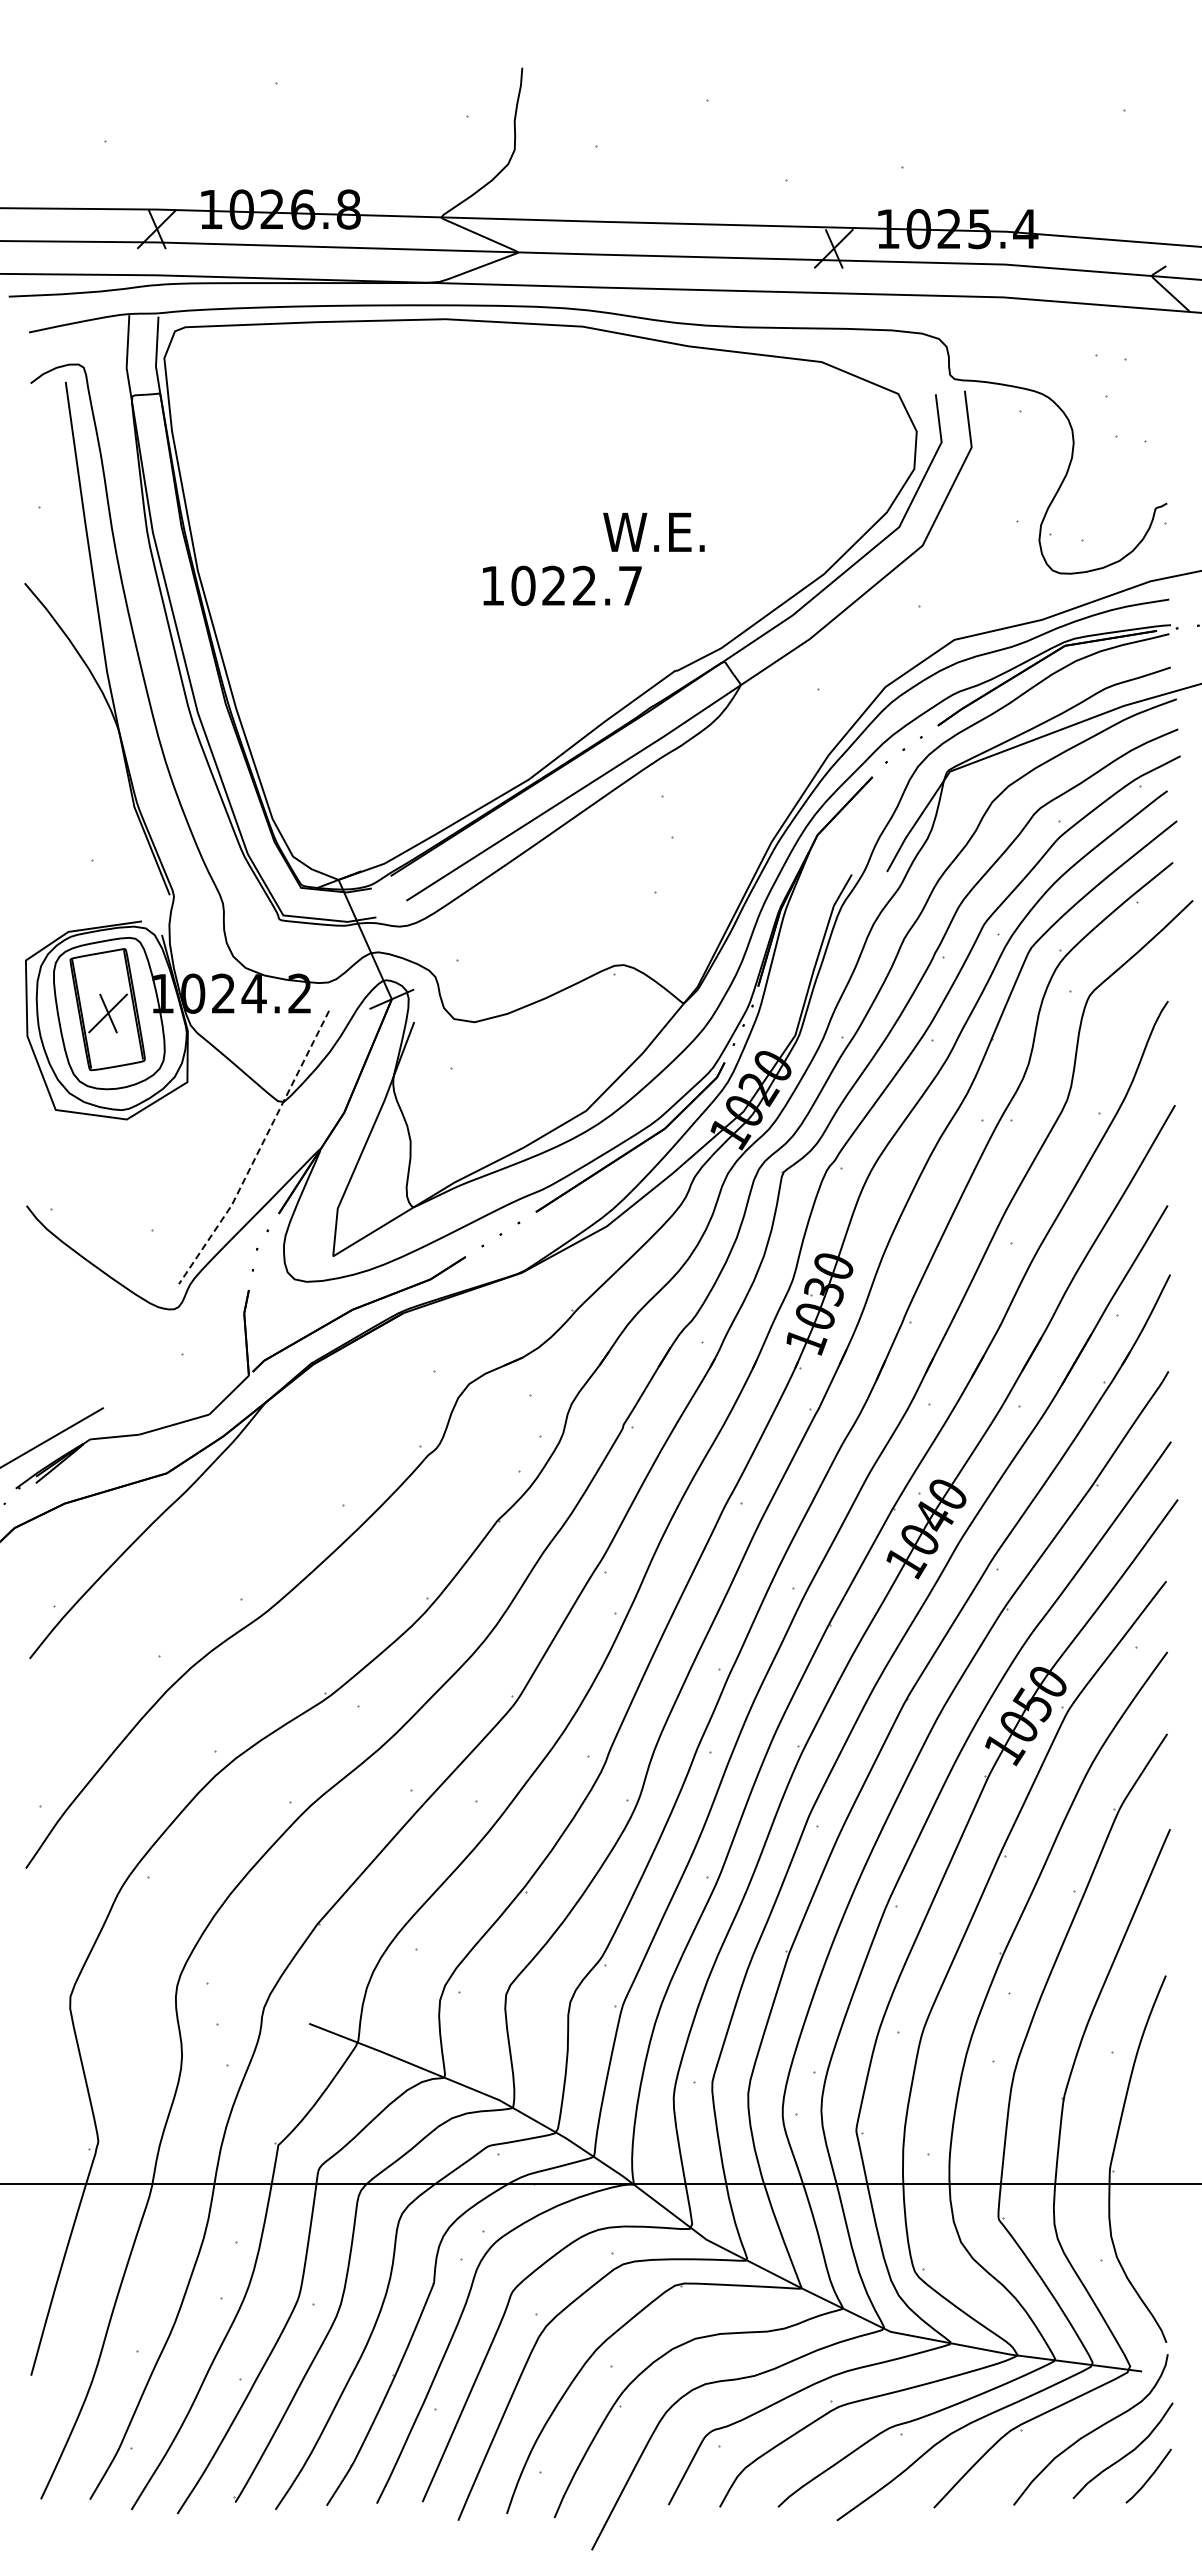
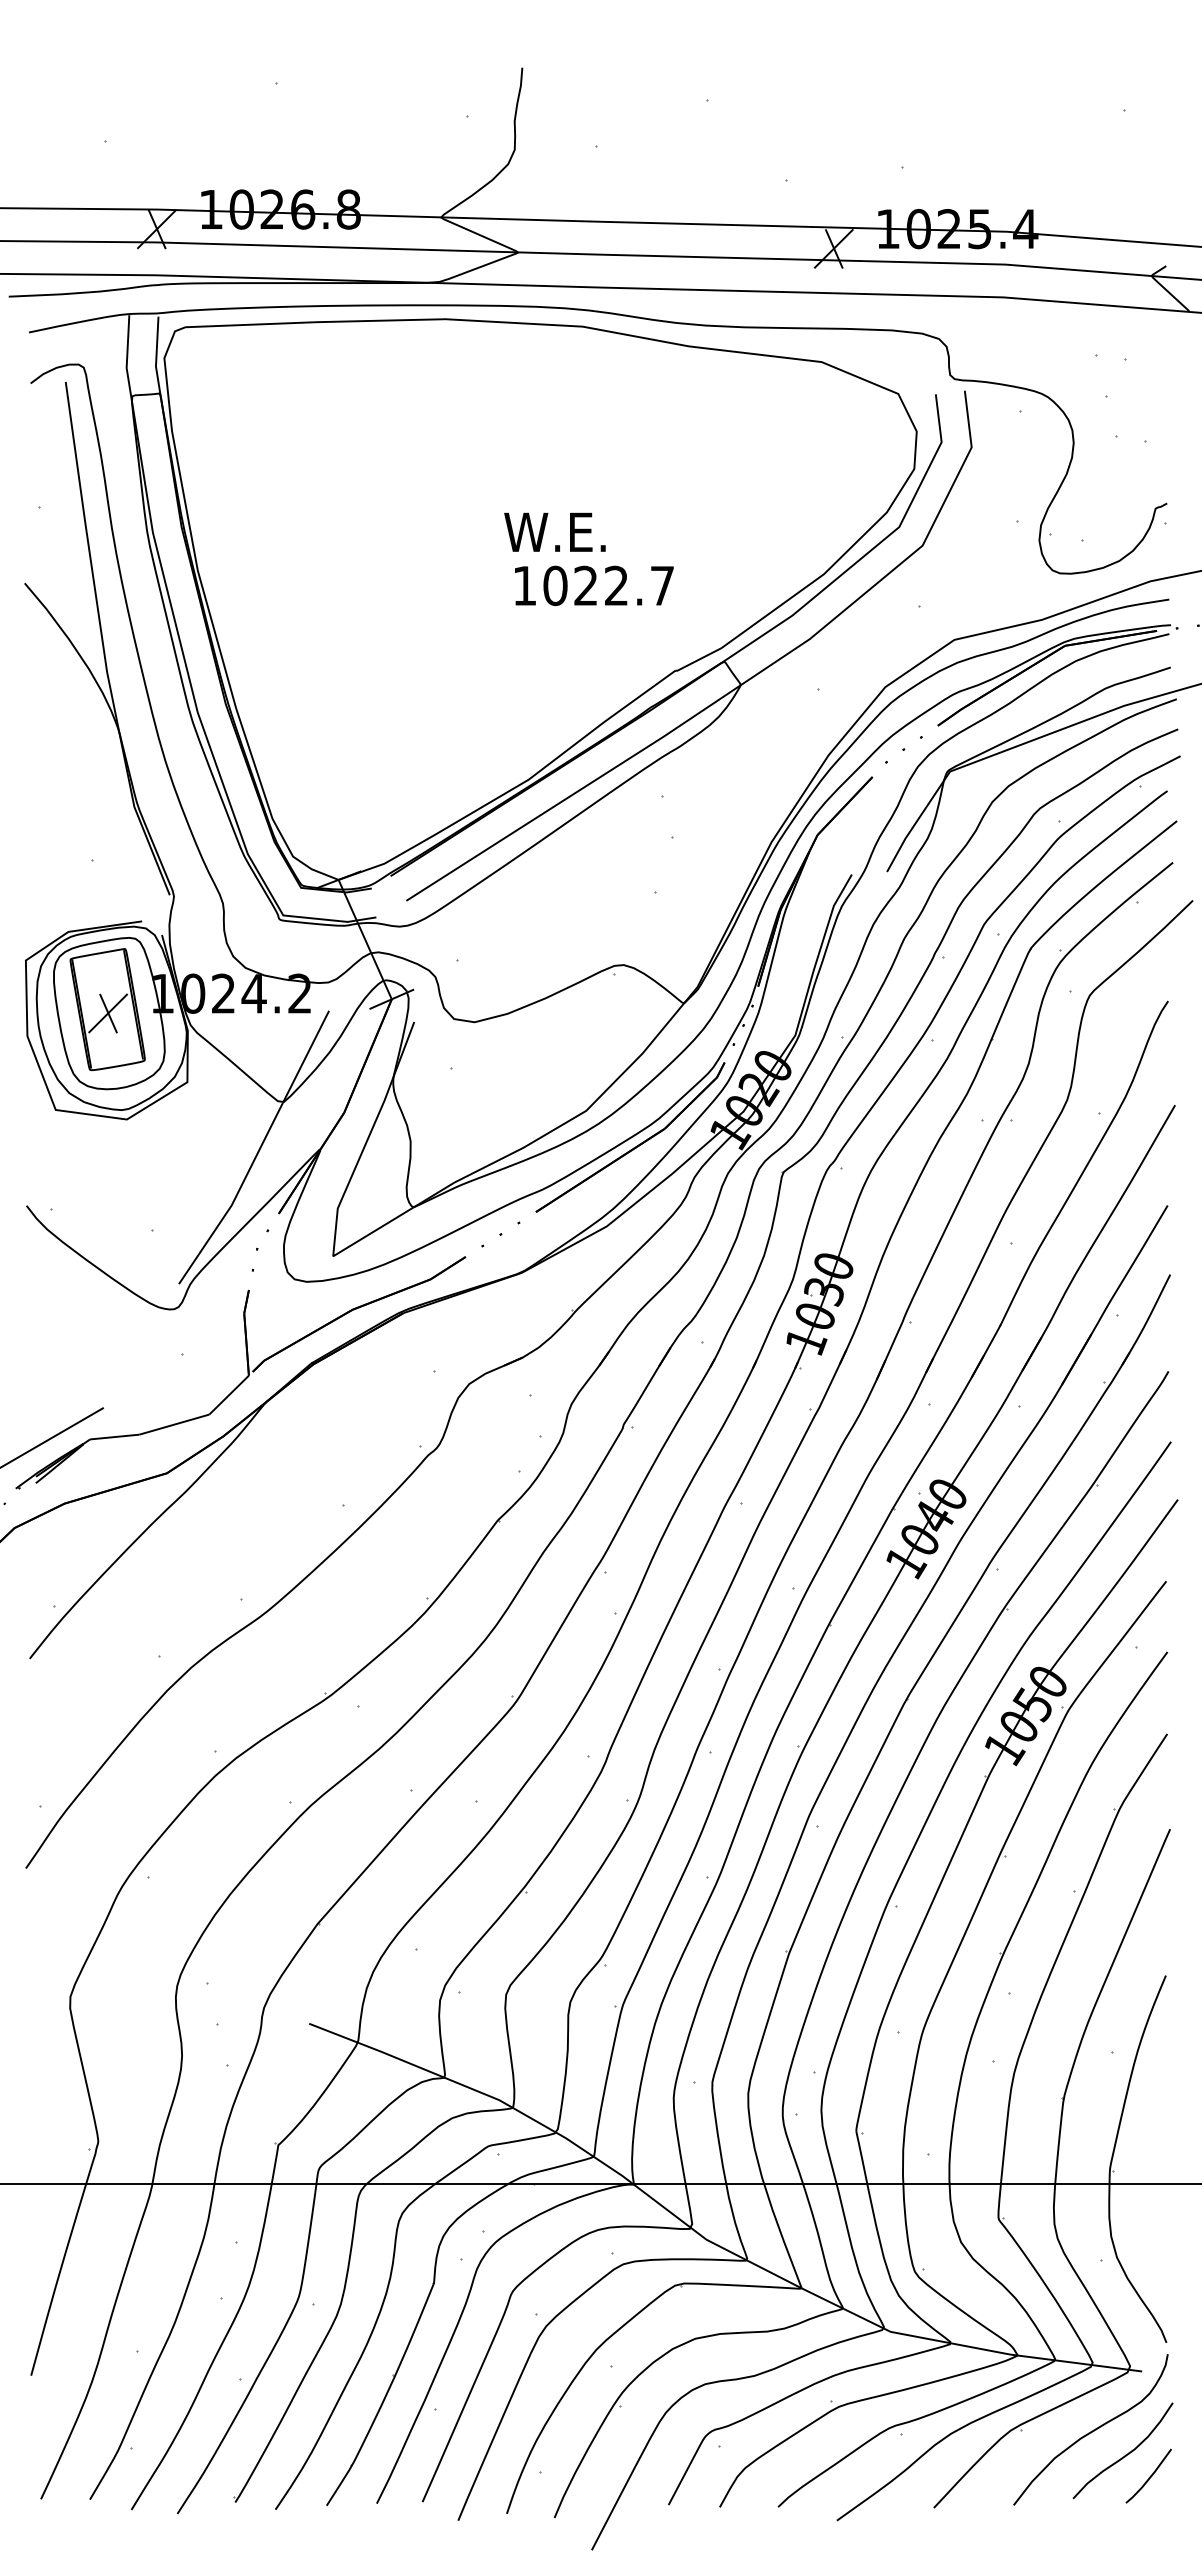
text at (653, 531) position: (653, 531) -> (554, 531)
text at (562, 585) position: (562, 585) -> (594, 585)
line at (258, 1151): dashed -> solid
